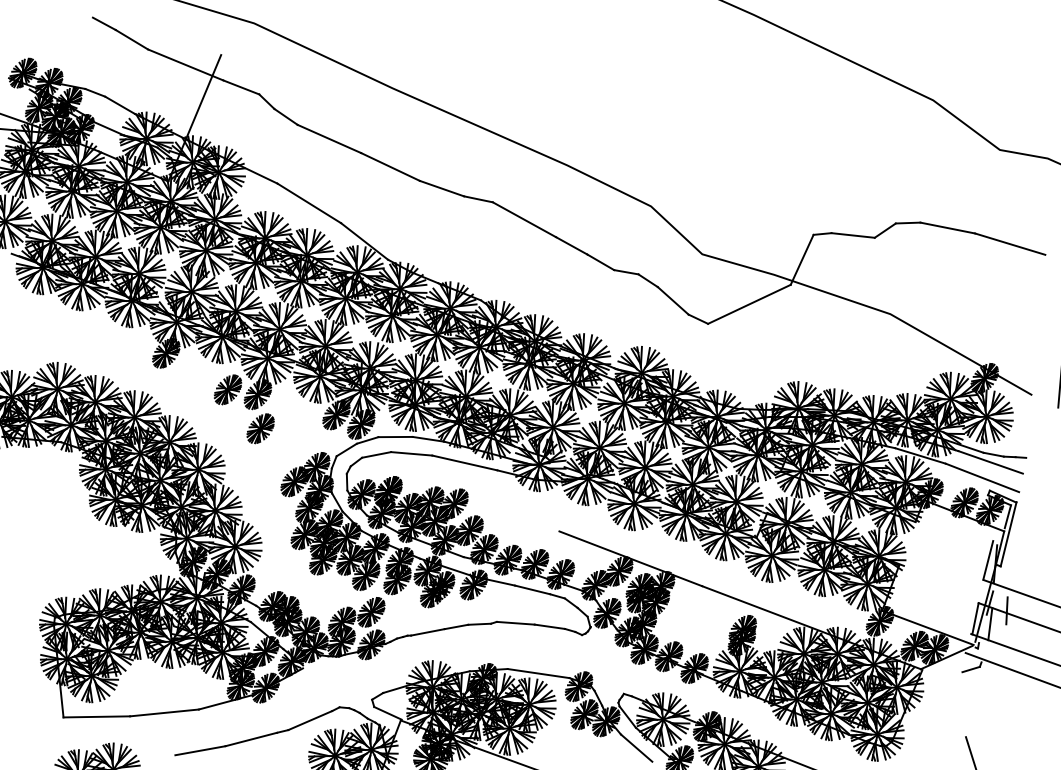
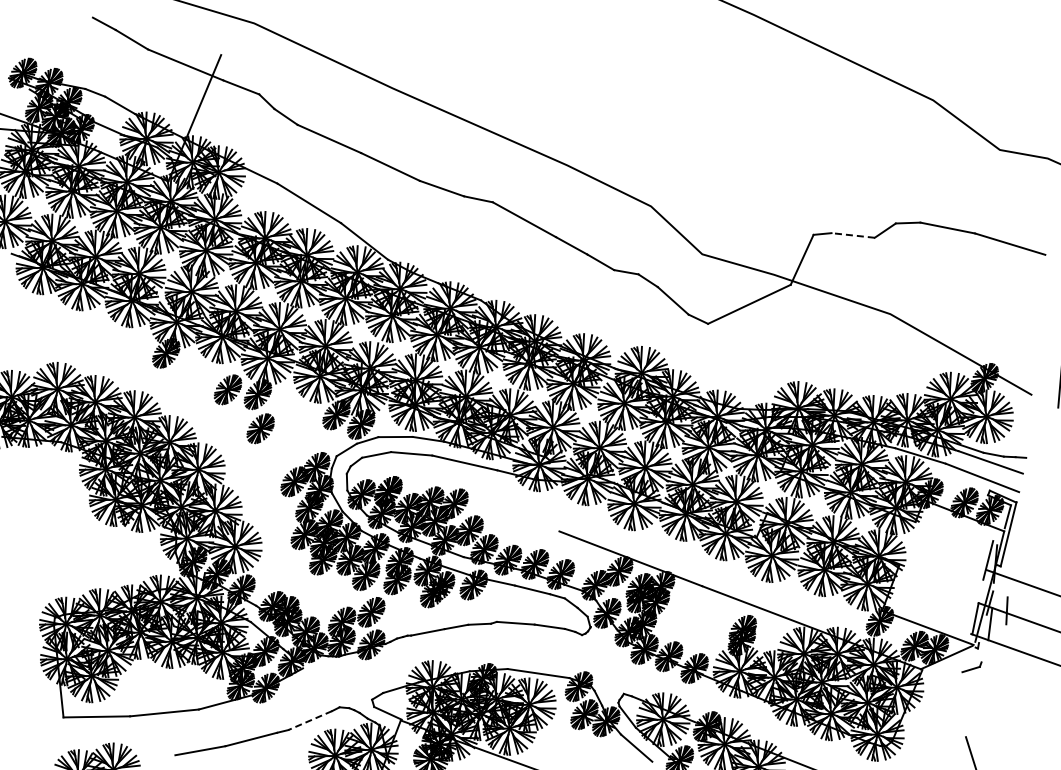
line at (853, 235): solid -> dashed
line at (1020, 593) position: (1020, 593) -> (1021, 582)
line at (1011, 669): present -> none
line at (310, 720): solid -> dashed
